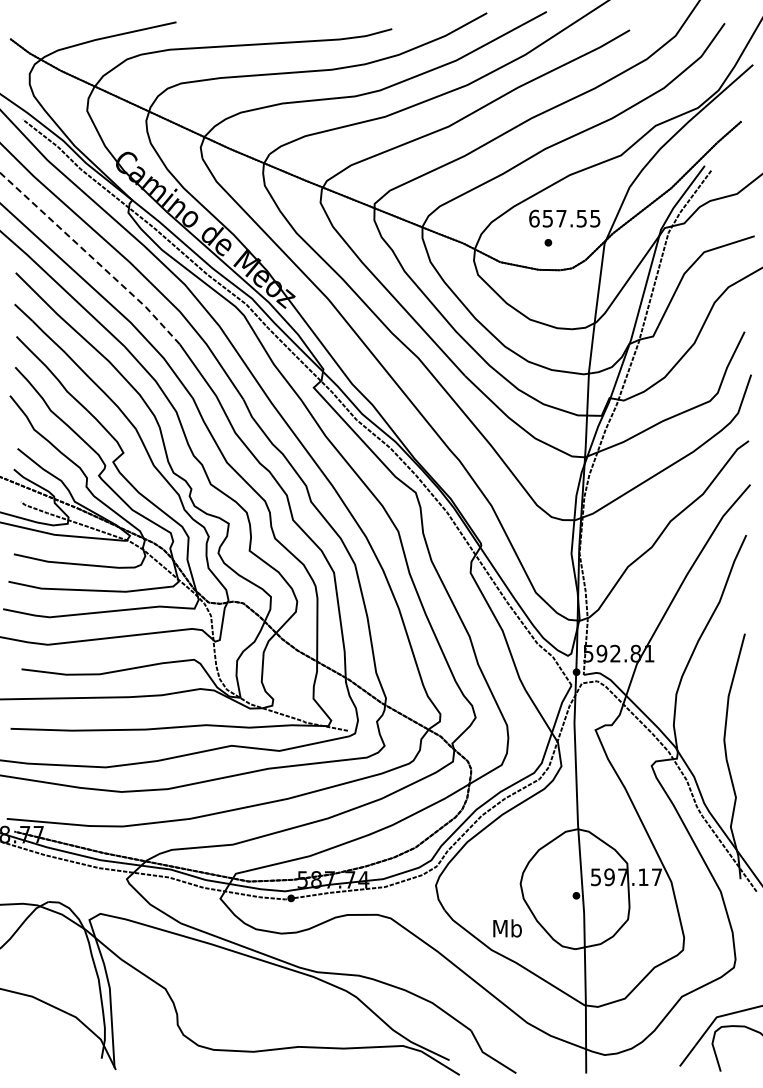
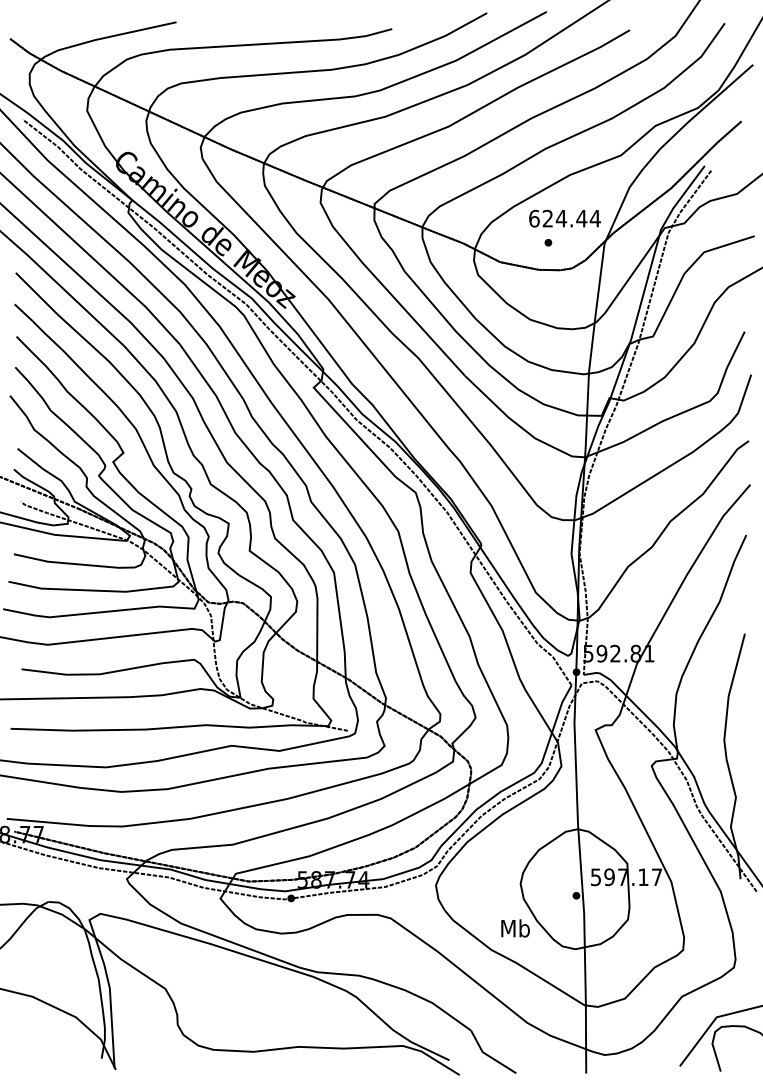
text at (571, 218): 657.55 -> 624.44
line at (92, 257): dashed -> solid
text at (507, 928) position: (507, 928) -> (515, 928)
